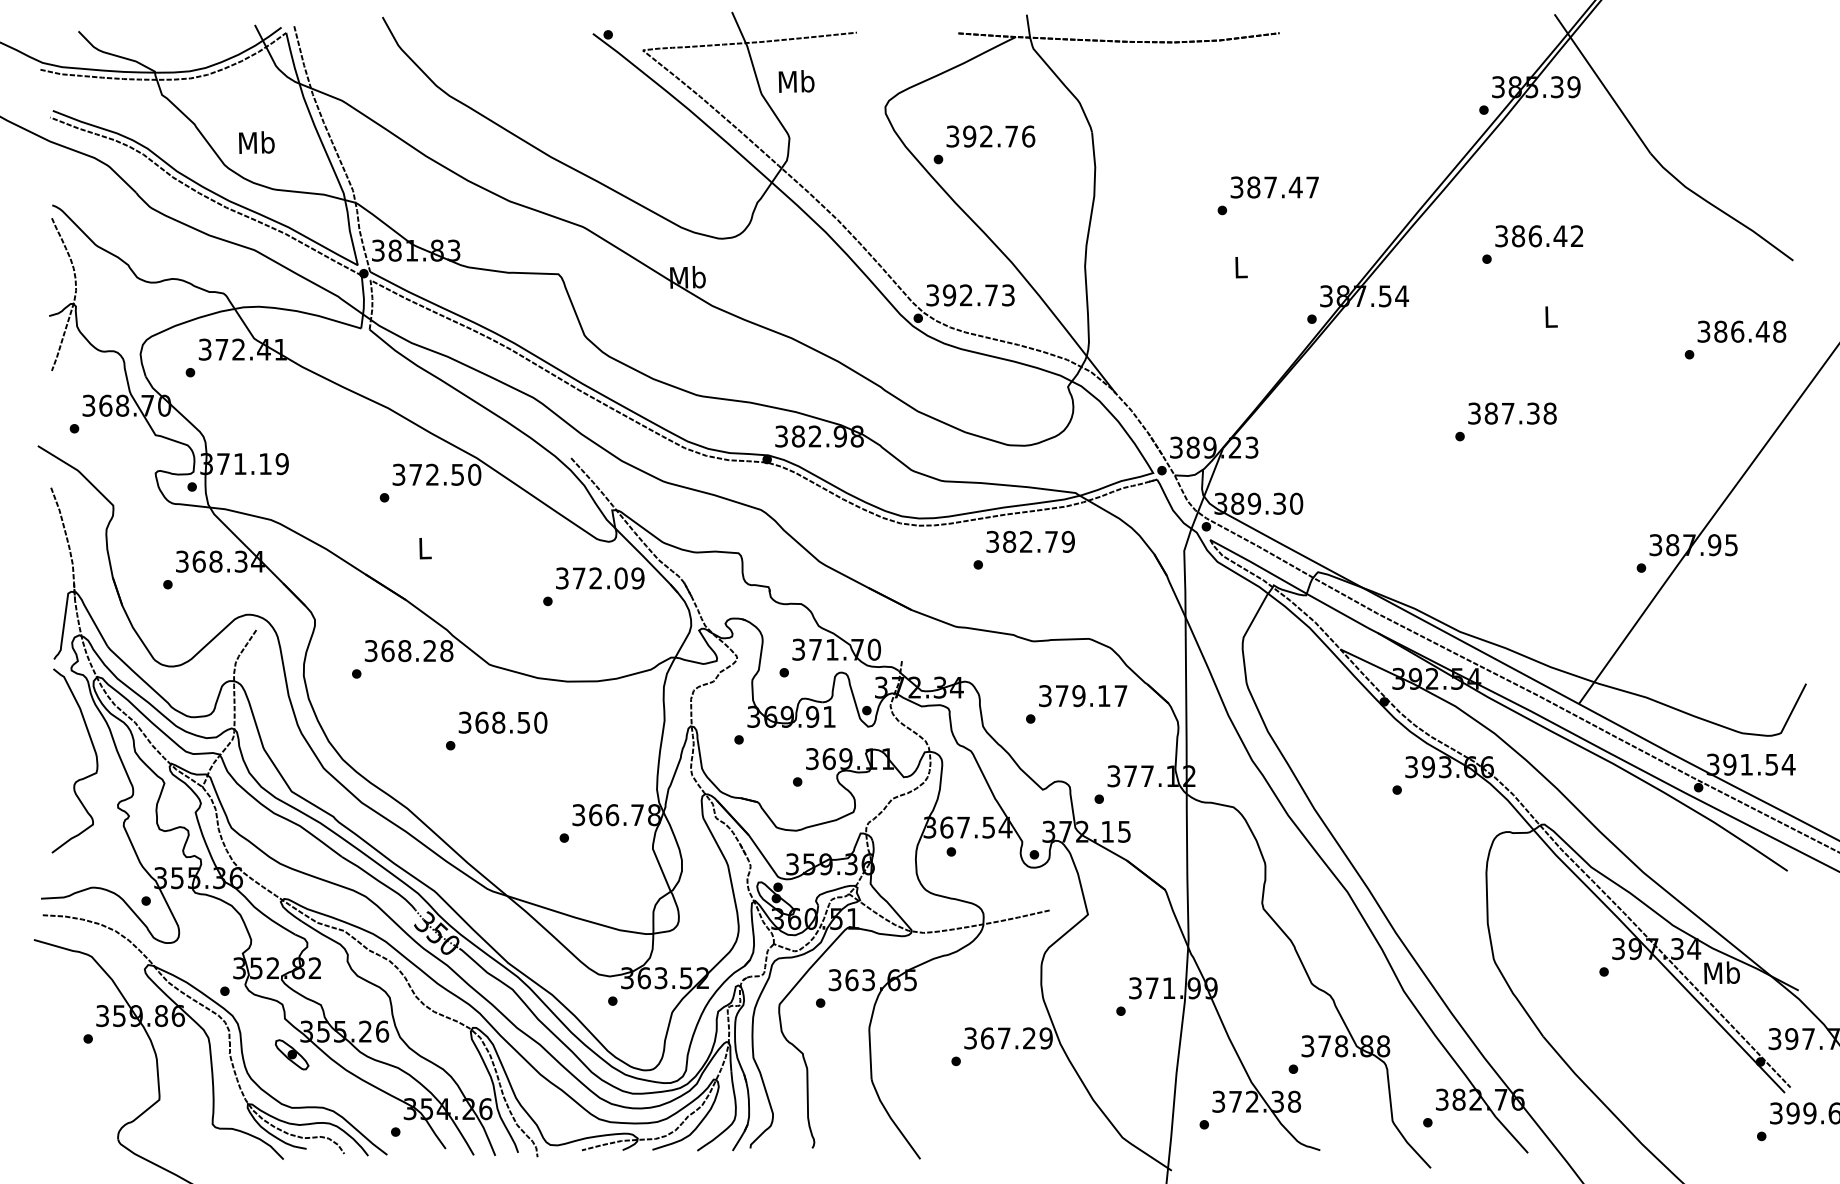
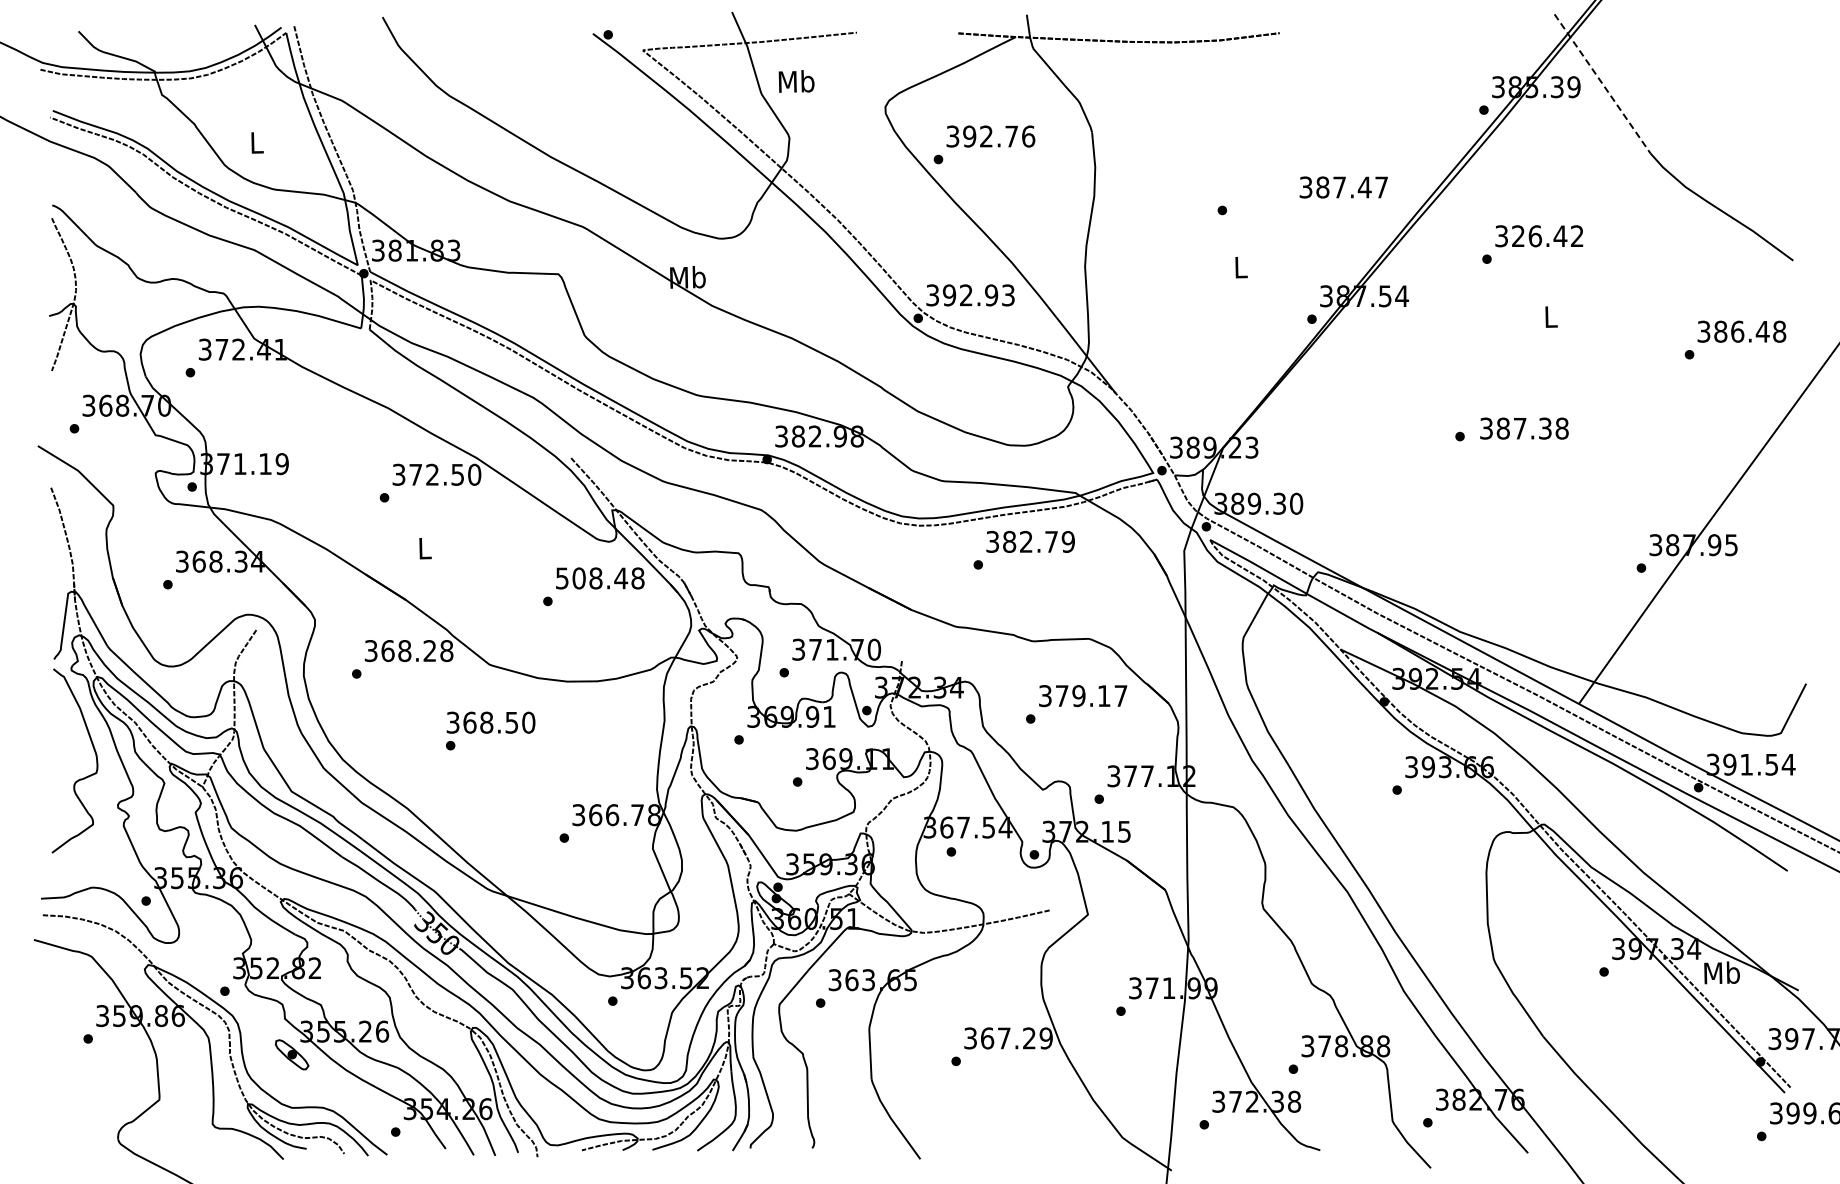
line at (1602, 83): solid -> dashed
text at (256, 142): Mb -> L
text at (1274, 187) position: (1274, 187) -> (1343, 187)
text at (1518, 236): 386.42 -> 326.42
text at (991, 295): 392.73 -> 392.93
text at (1512, 413) position: (1512, 413) -> (1524, 428)
text at (600, 578): 372.09 -> 508.48
text at (502, 722) position: (502, 722) -> (490, 722)
